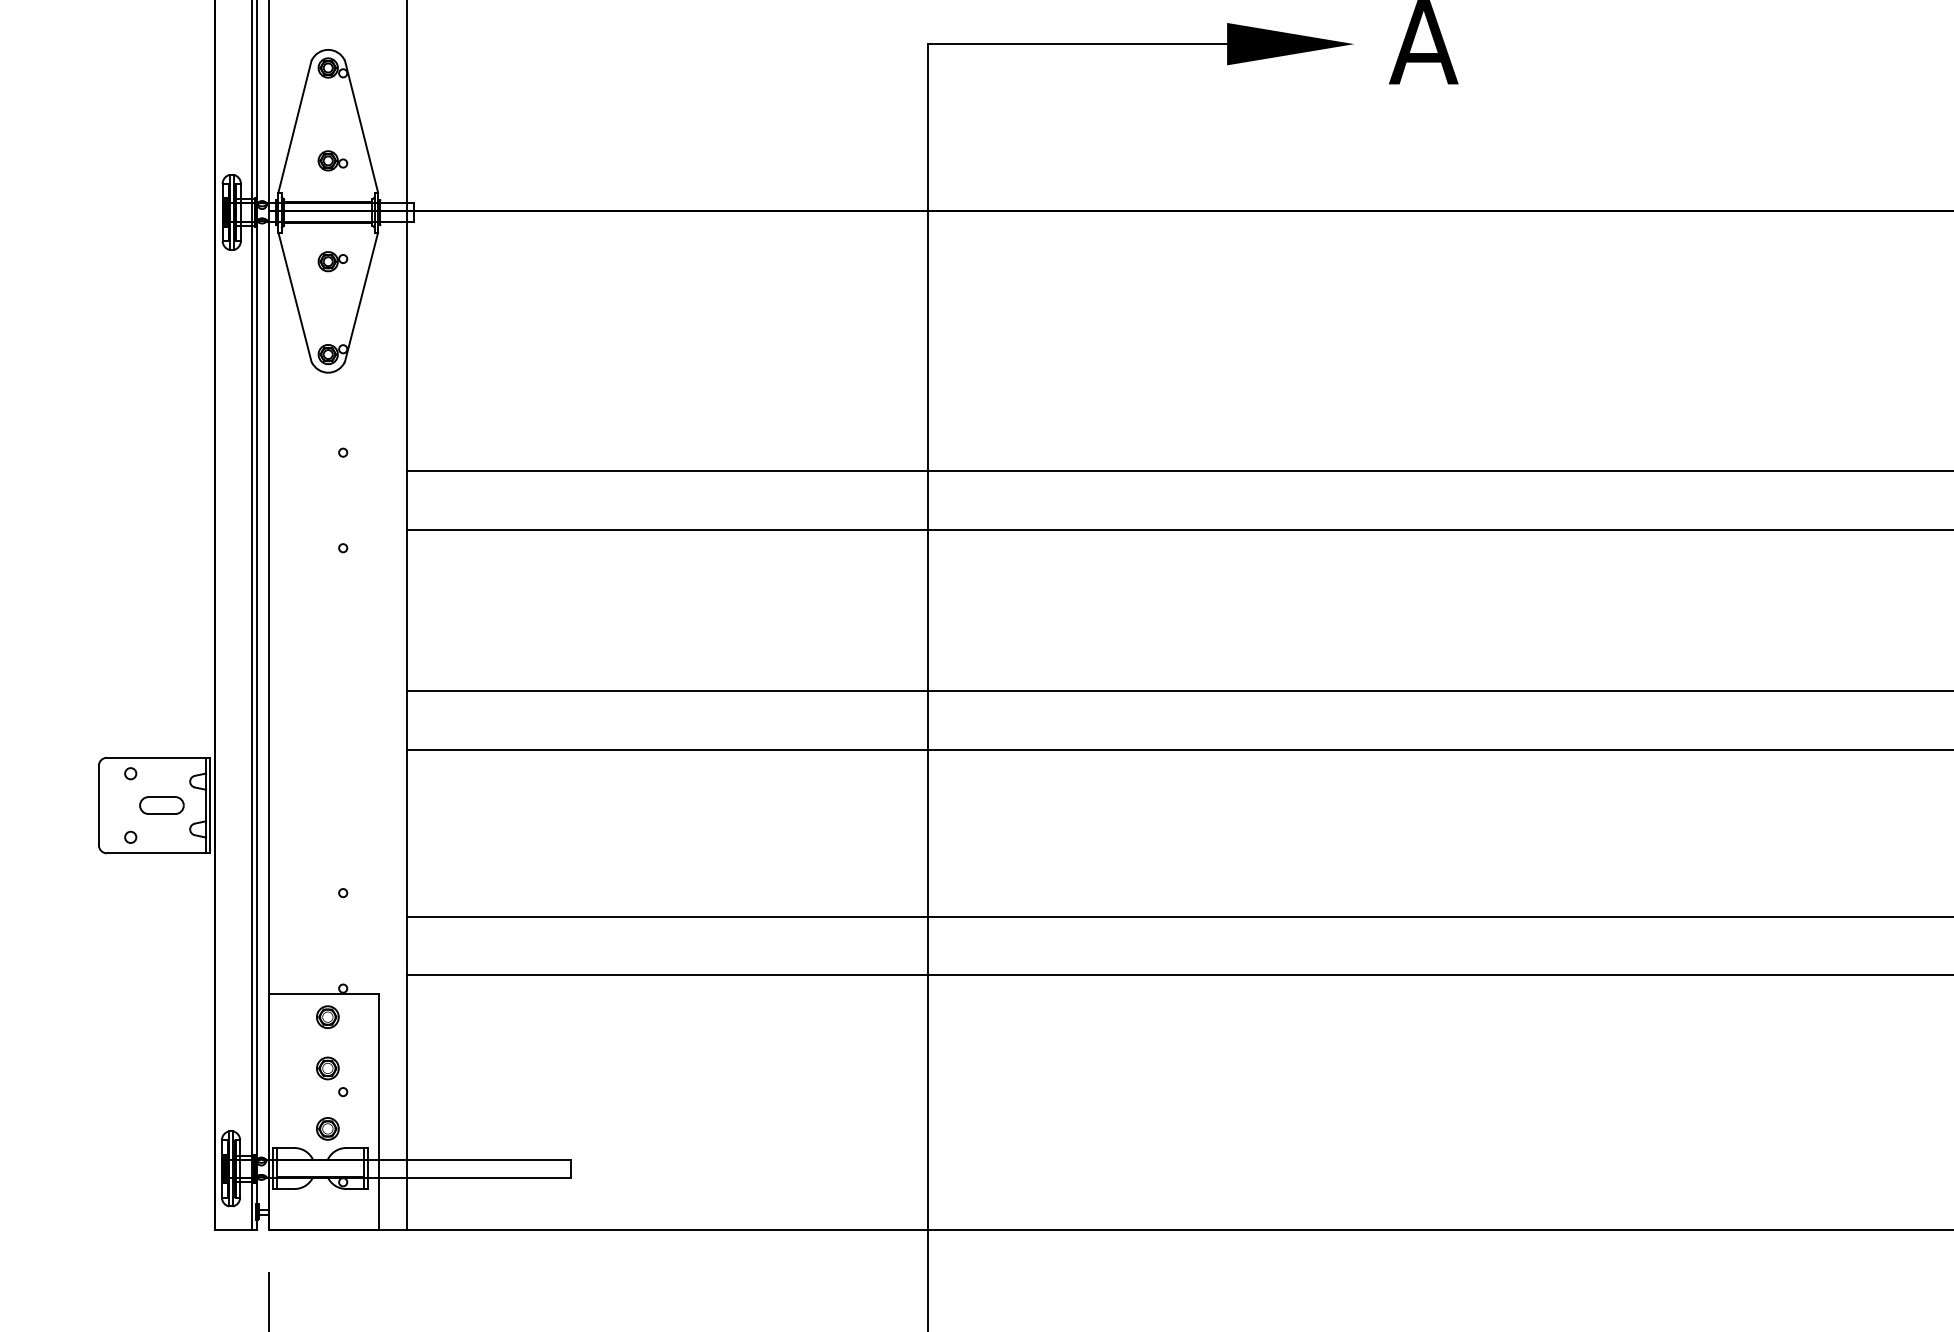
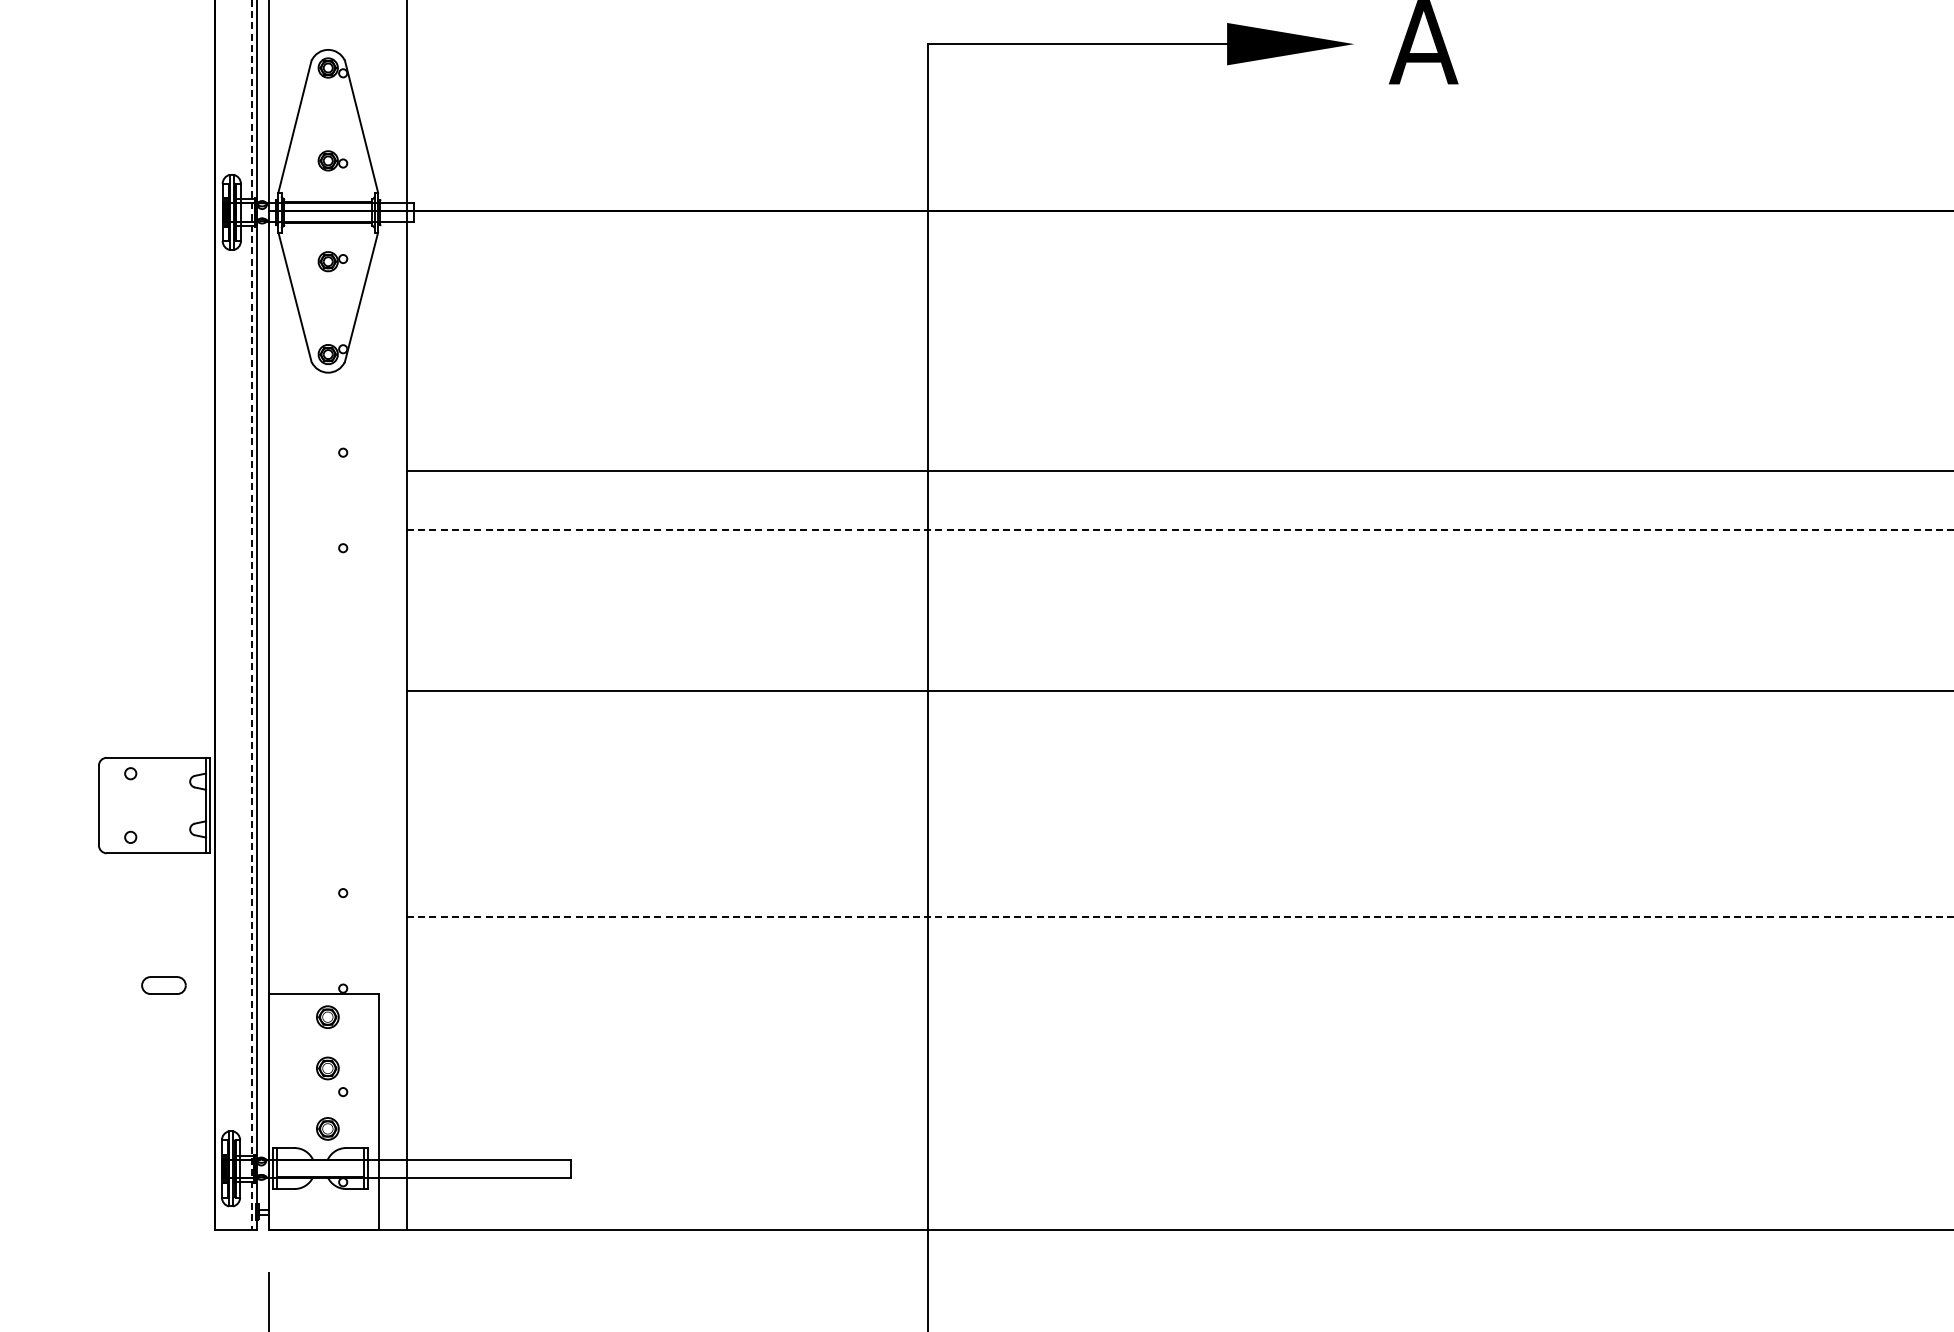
line at (1180, 529): solid -> dashed
line at (252, 615): solid -> dashed
line at (1178, 749): present -> none
part at (161, 805) position: (161, 805) -> (163, 985)
line at (1180, 916): solid -> dashed
line at (1178, 975): present -> none
